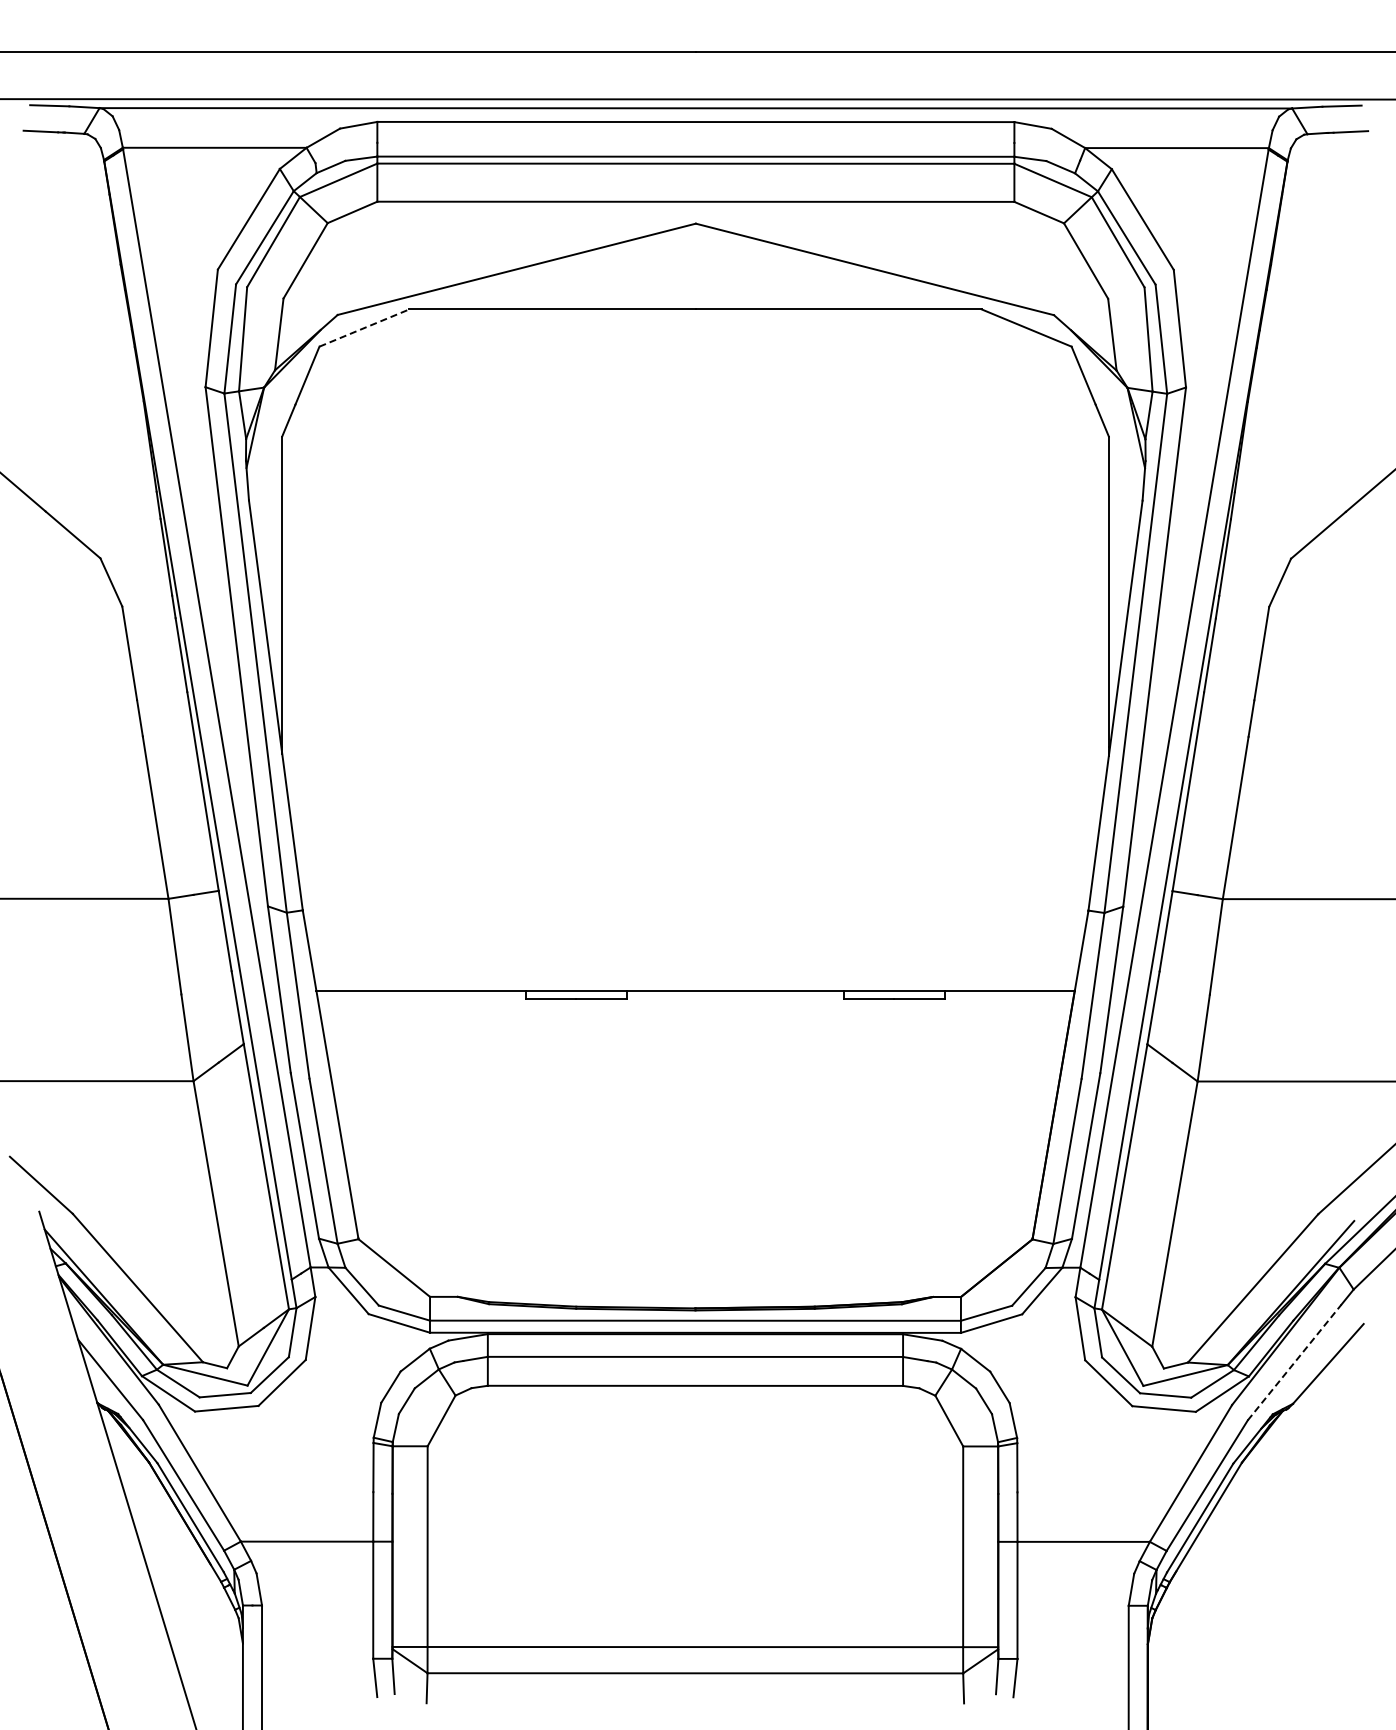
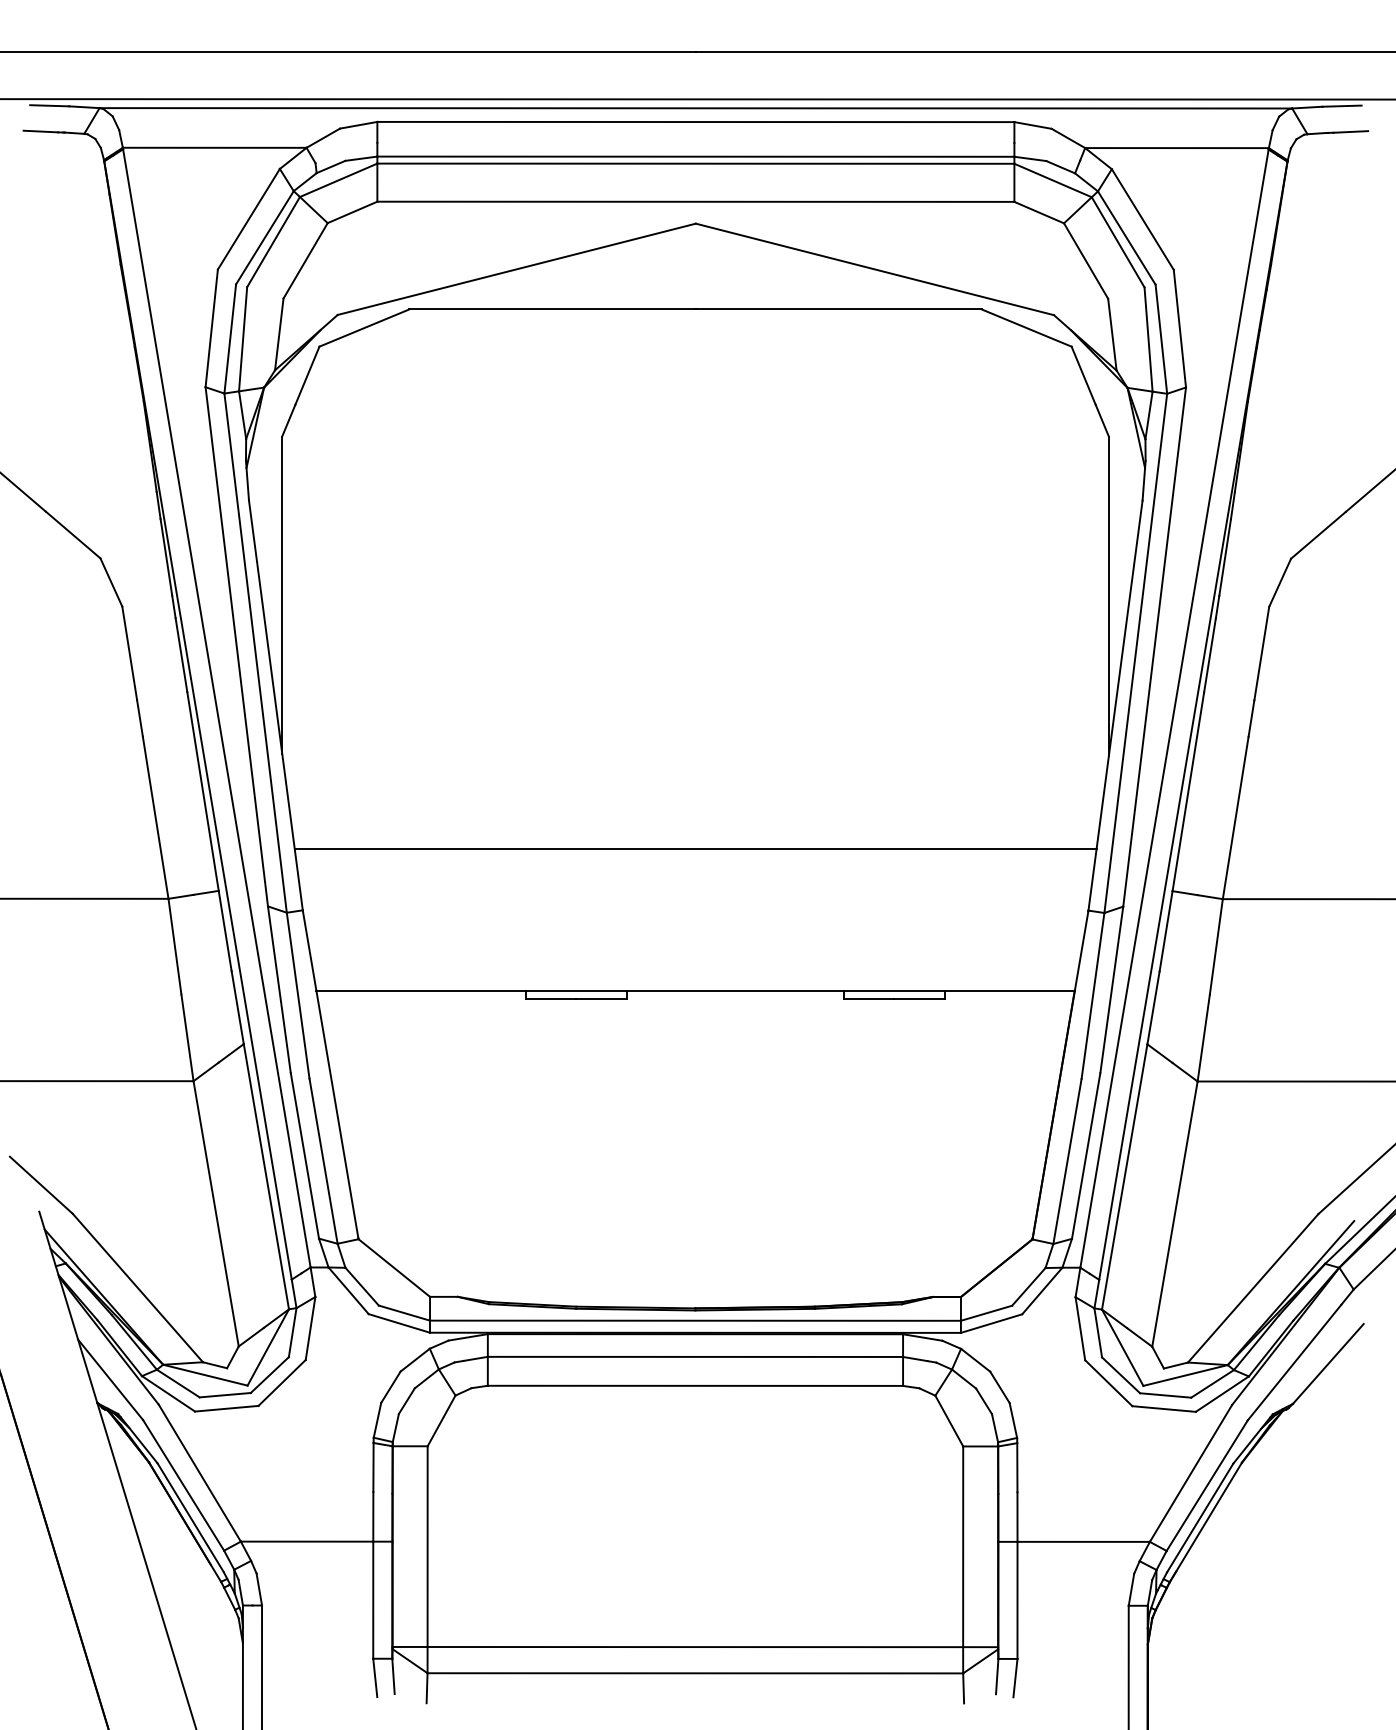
line at (364, 328): dashed -> solid
line at (695, 849): none -> present
line at (1294, 1362): dashed -> solid
